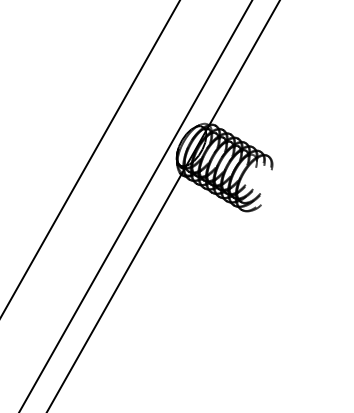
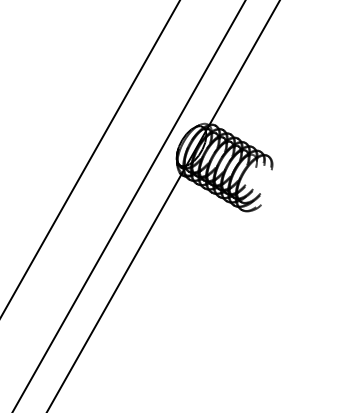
line at (135, 205) position: (135, 205) -> (129, 205)
